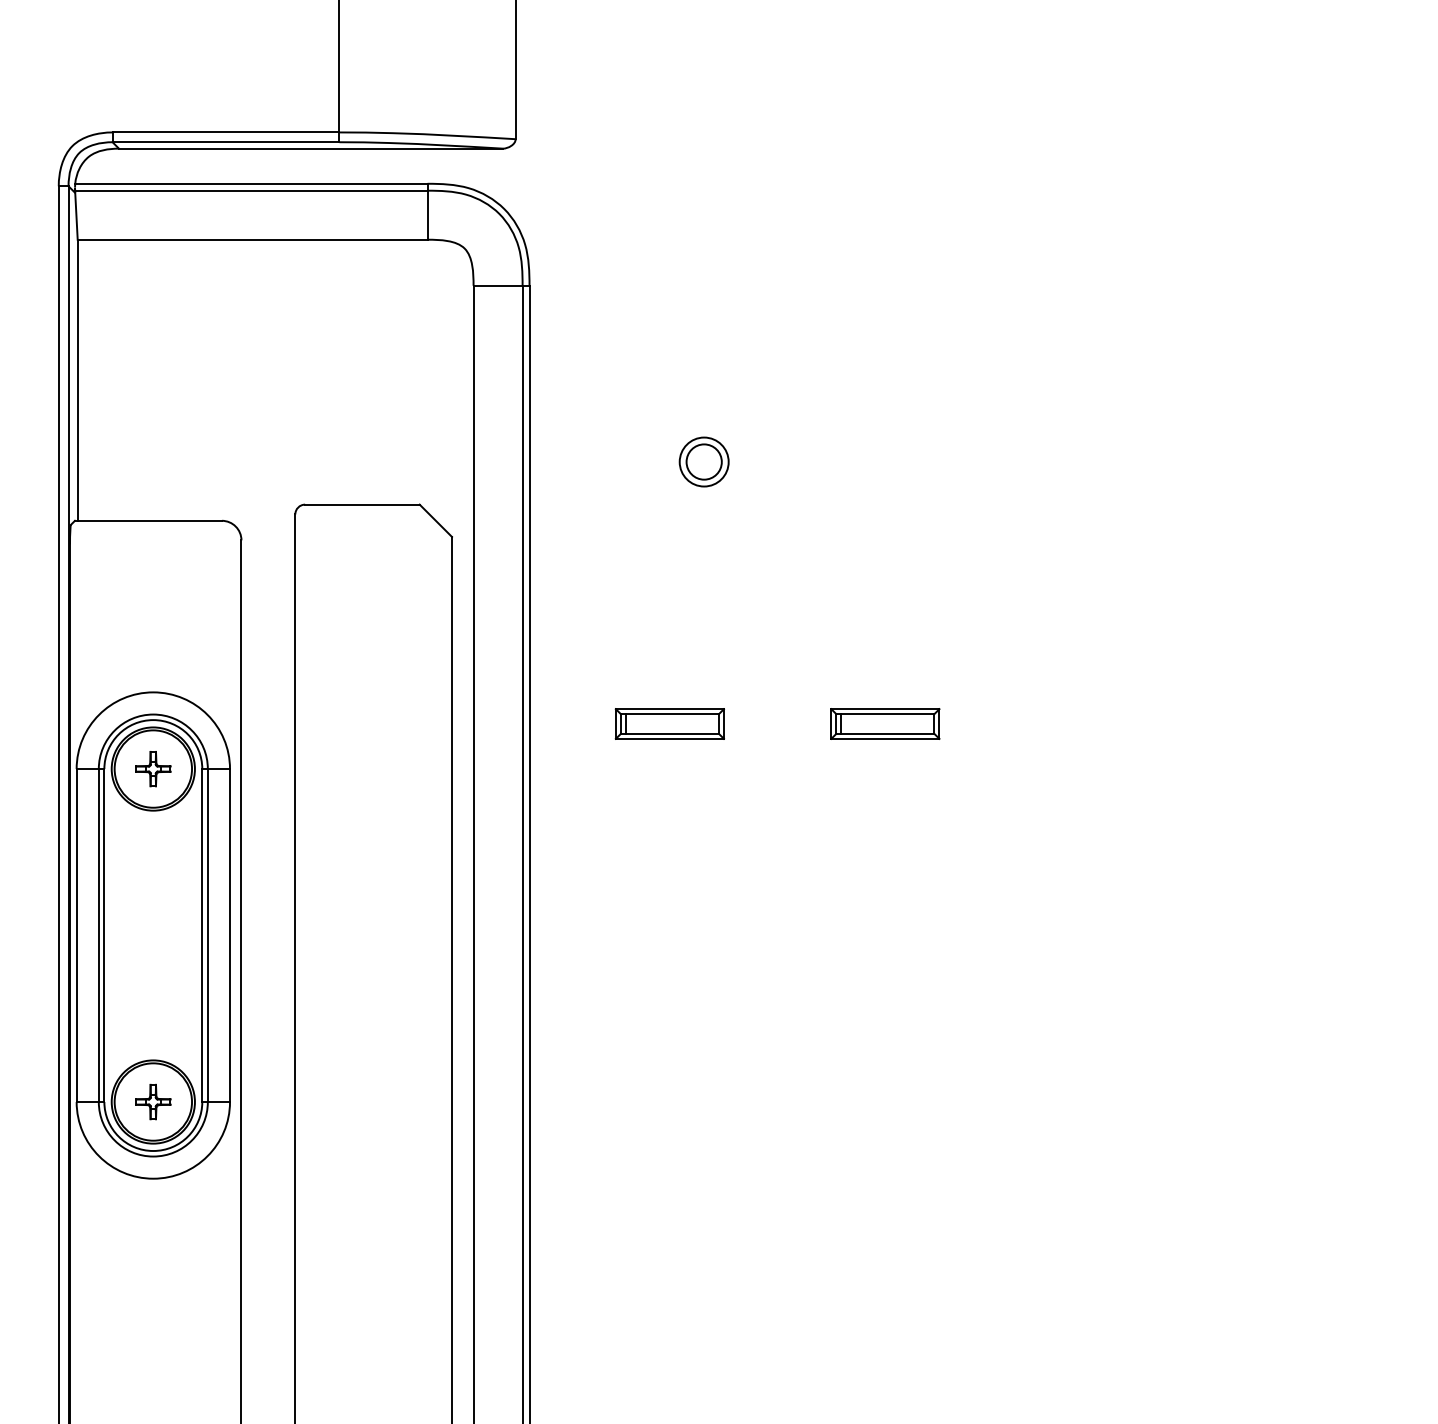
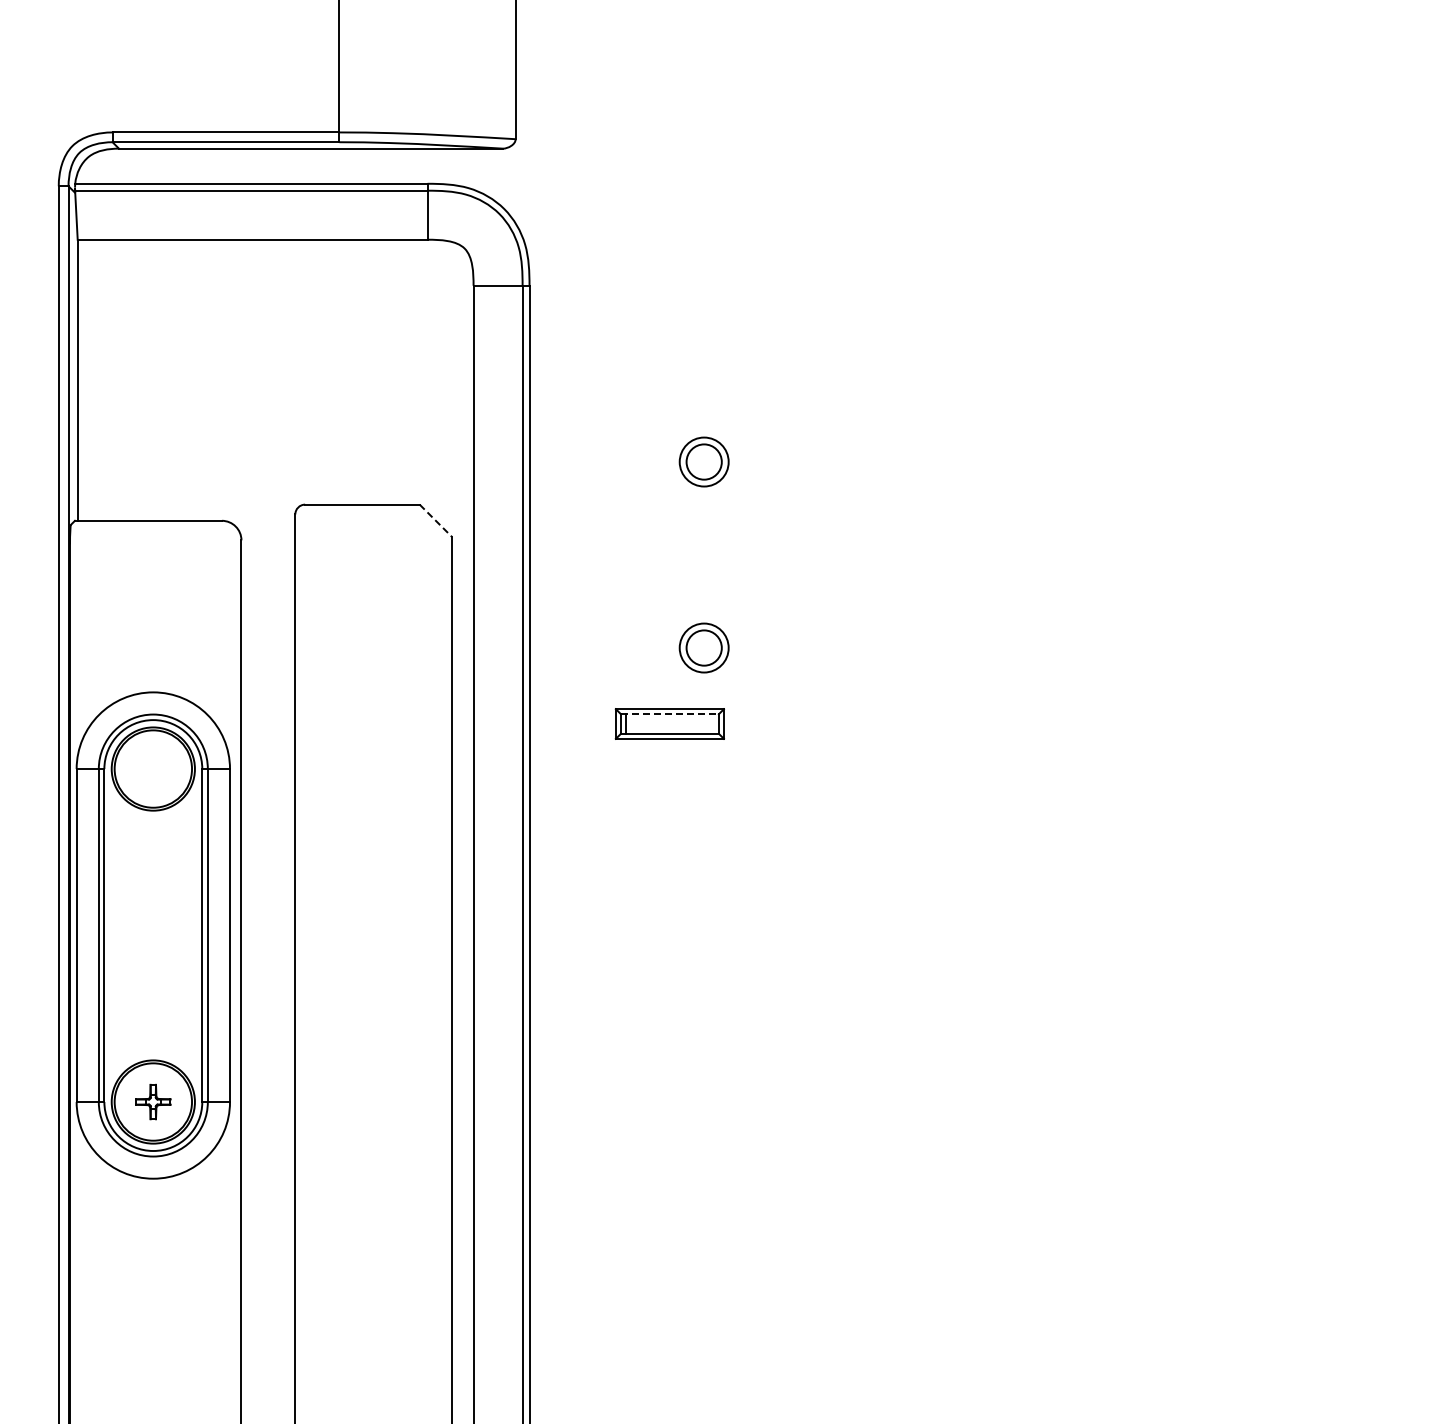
line at (435, 520): solid -> dashed
part at (703, 647): none -> present
line at (669, 714): solid -> dashed
part at (885, 723): present -> none
part at (153, 769): present -> none
